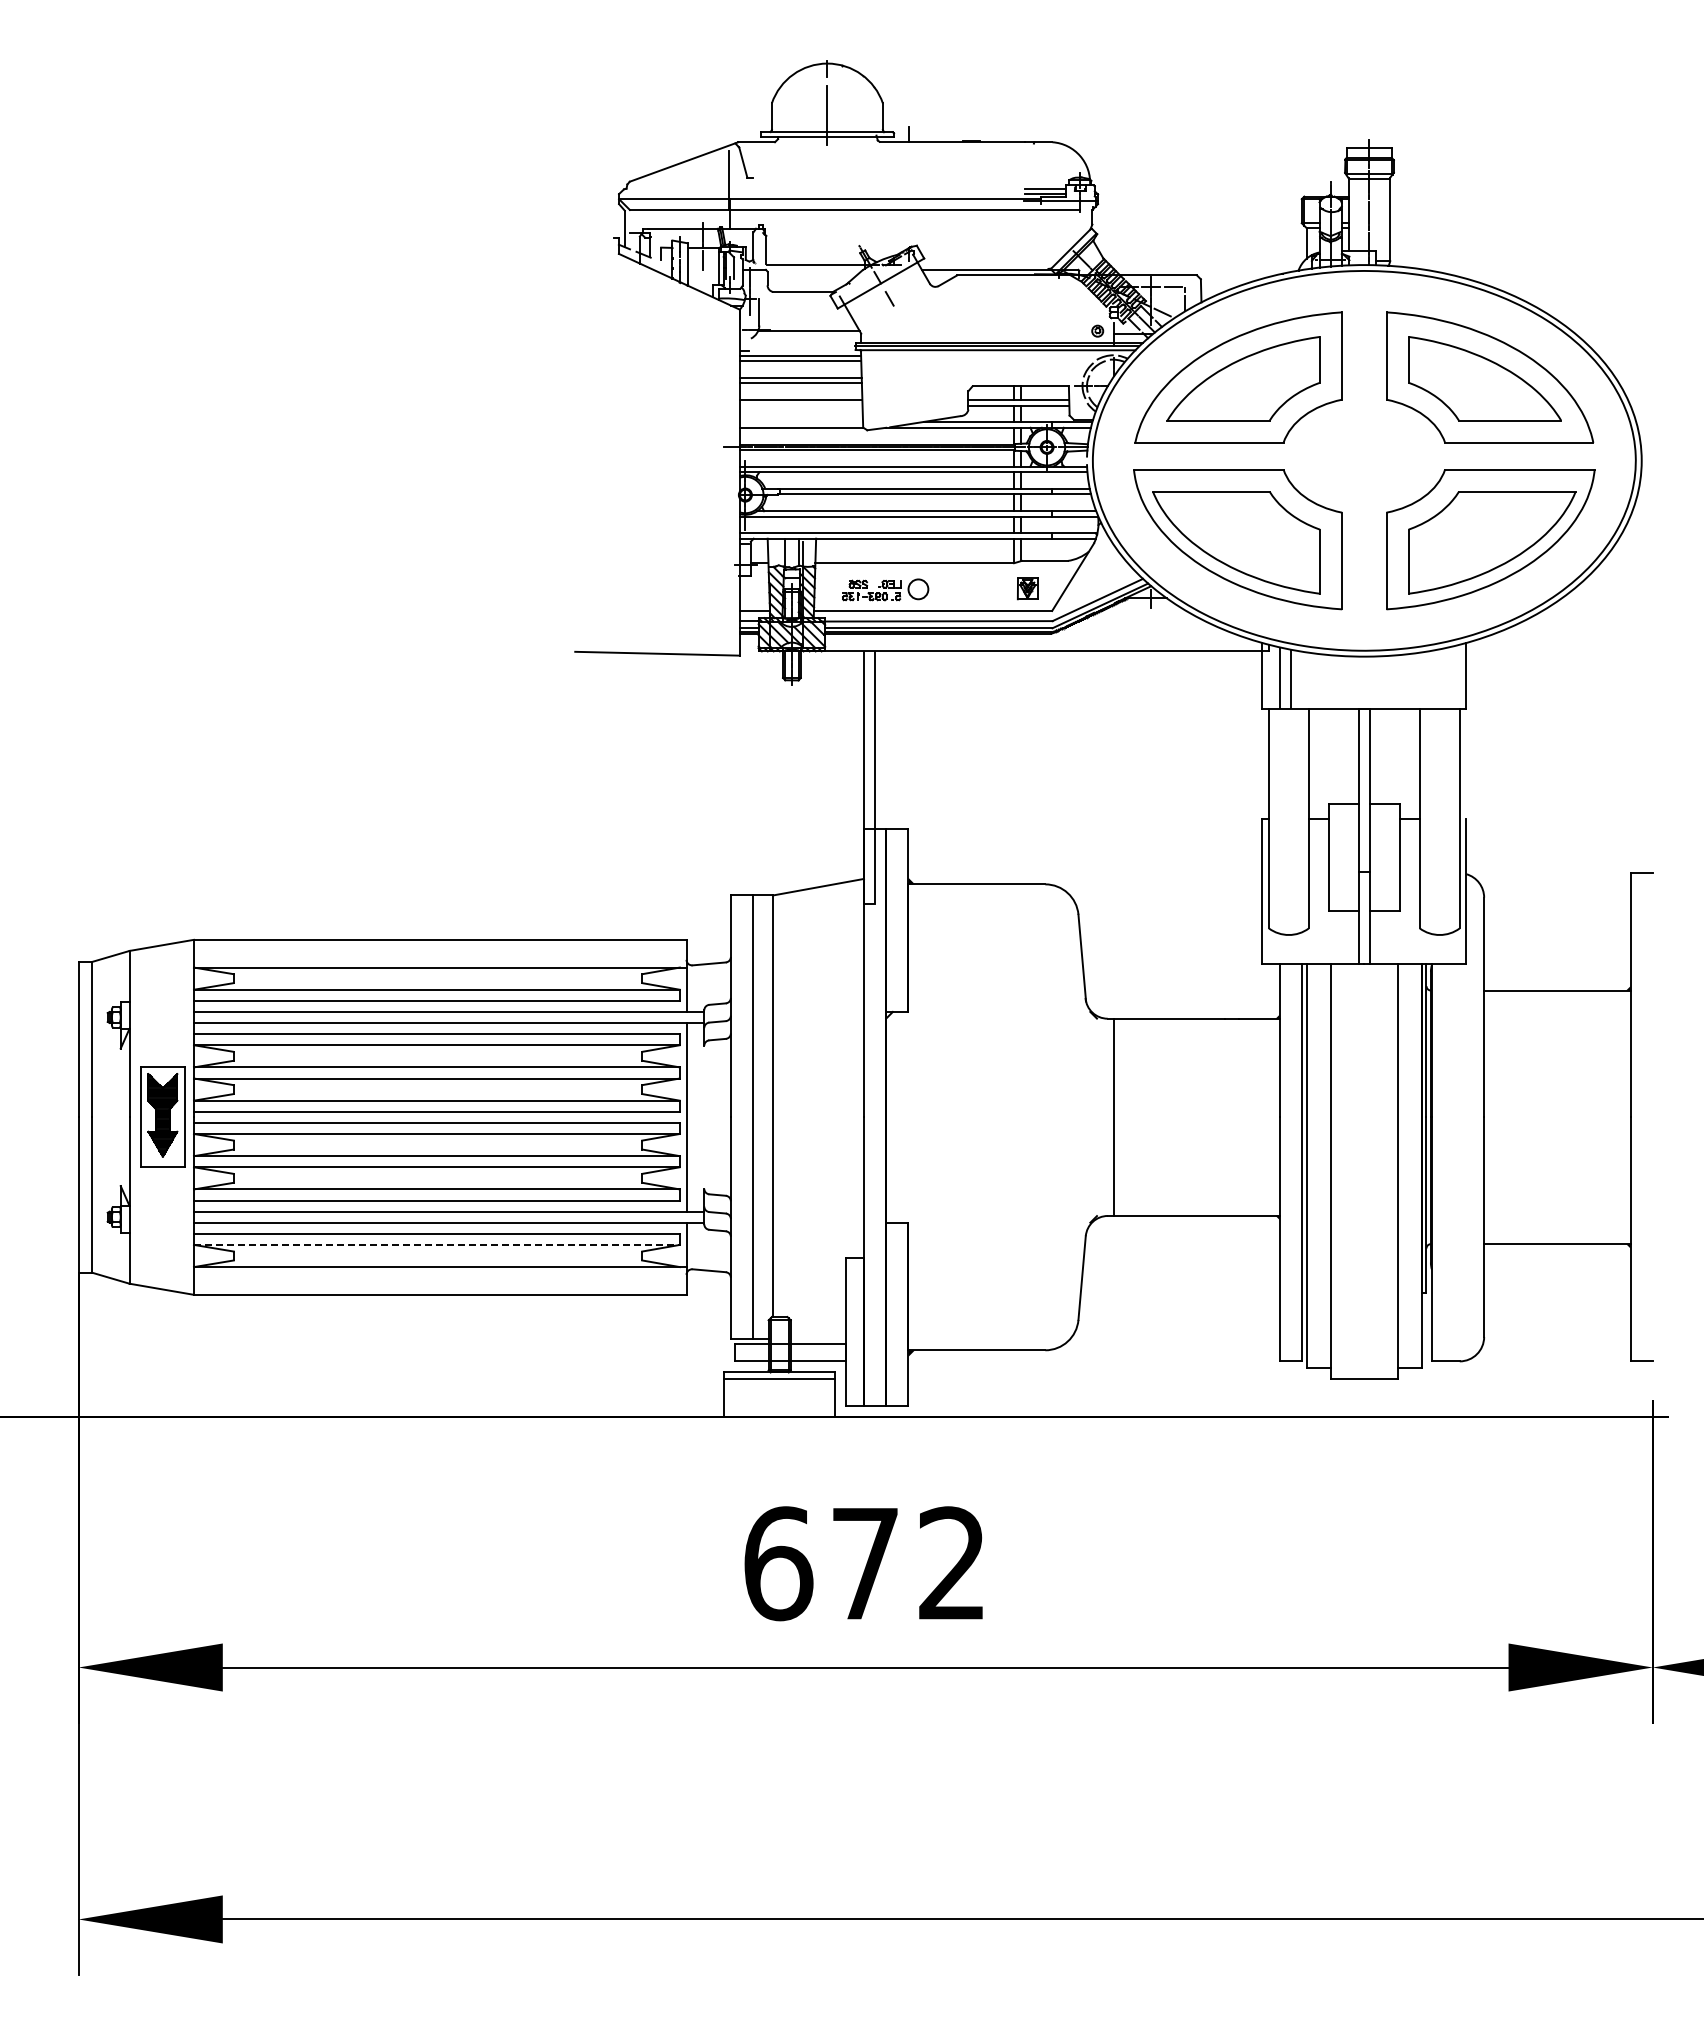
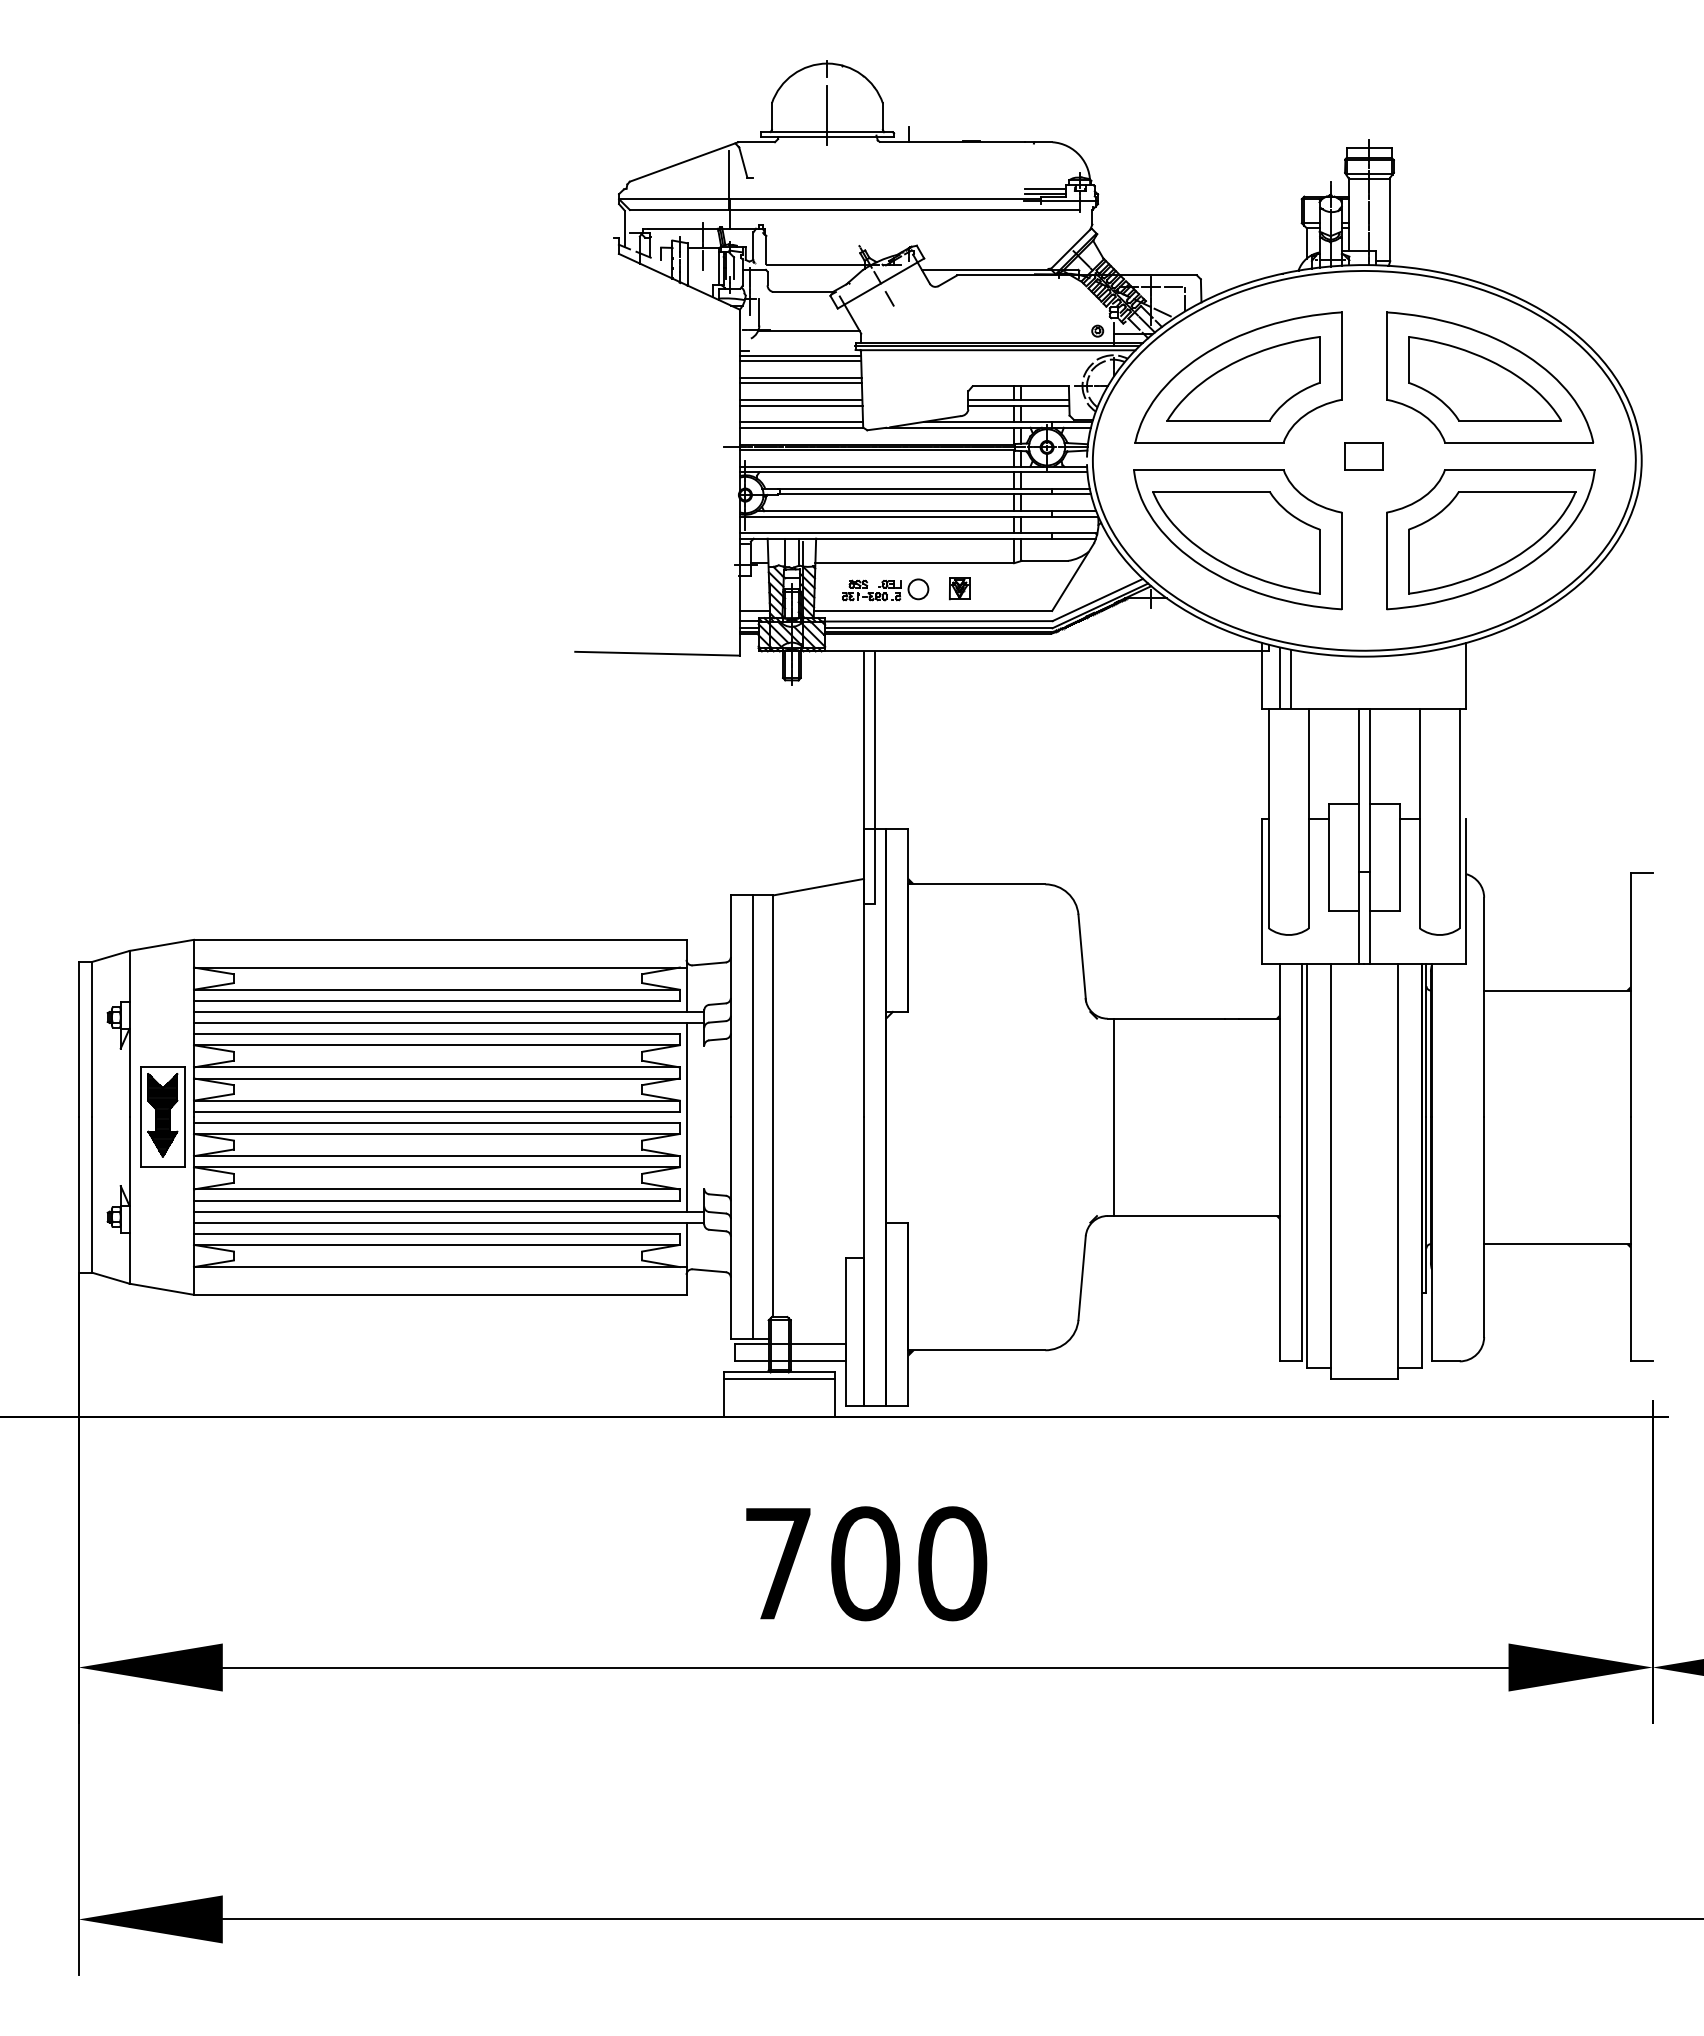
line at (800, 405): none -> present
line at (801, 422): none -> present
part at (1363, 456): none -> present
part at (1027, 588) position: (1027, 588) -> (959, 588)
line at (436, 1244): dashed -> solid
text at (865, 1563): 672 -> 700
